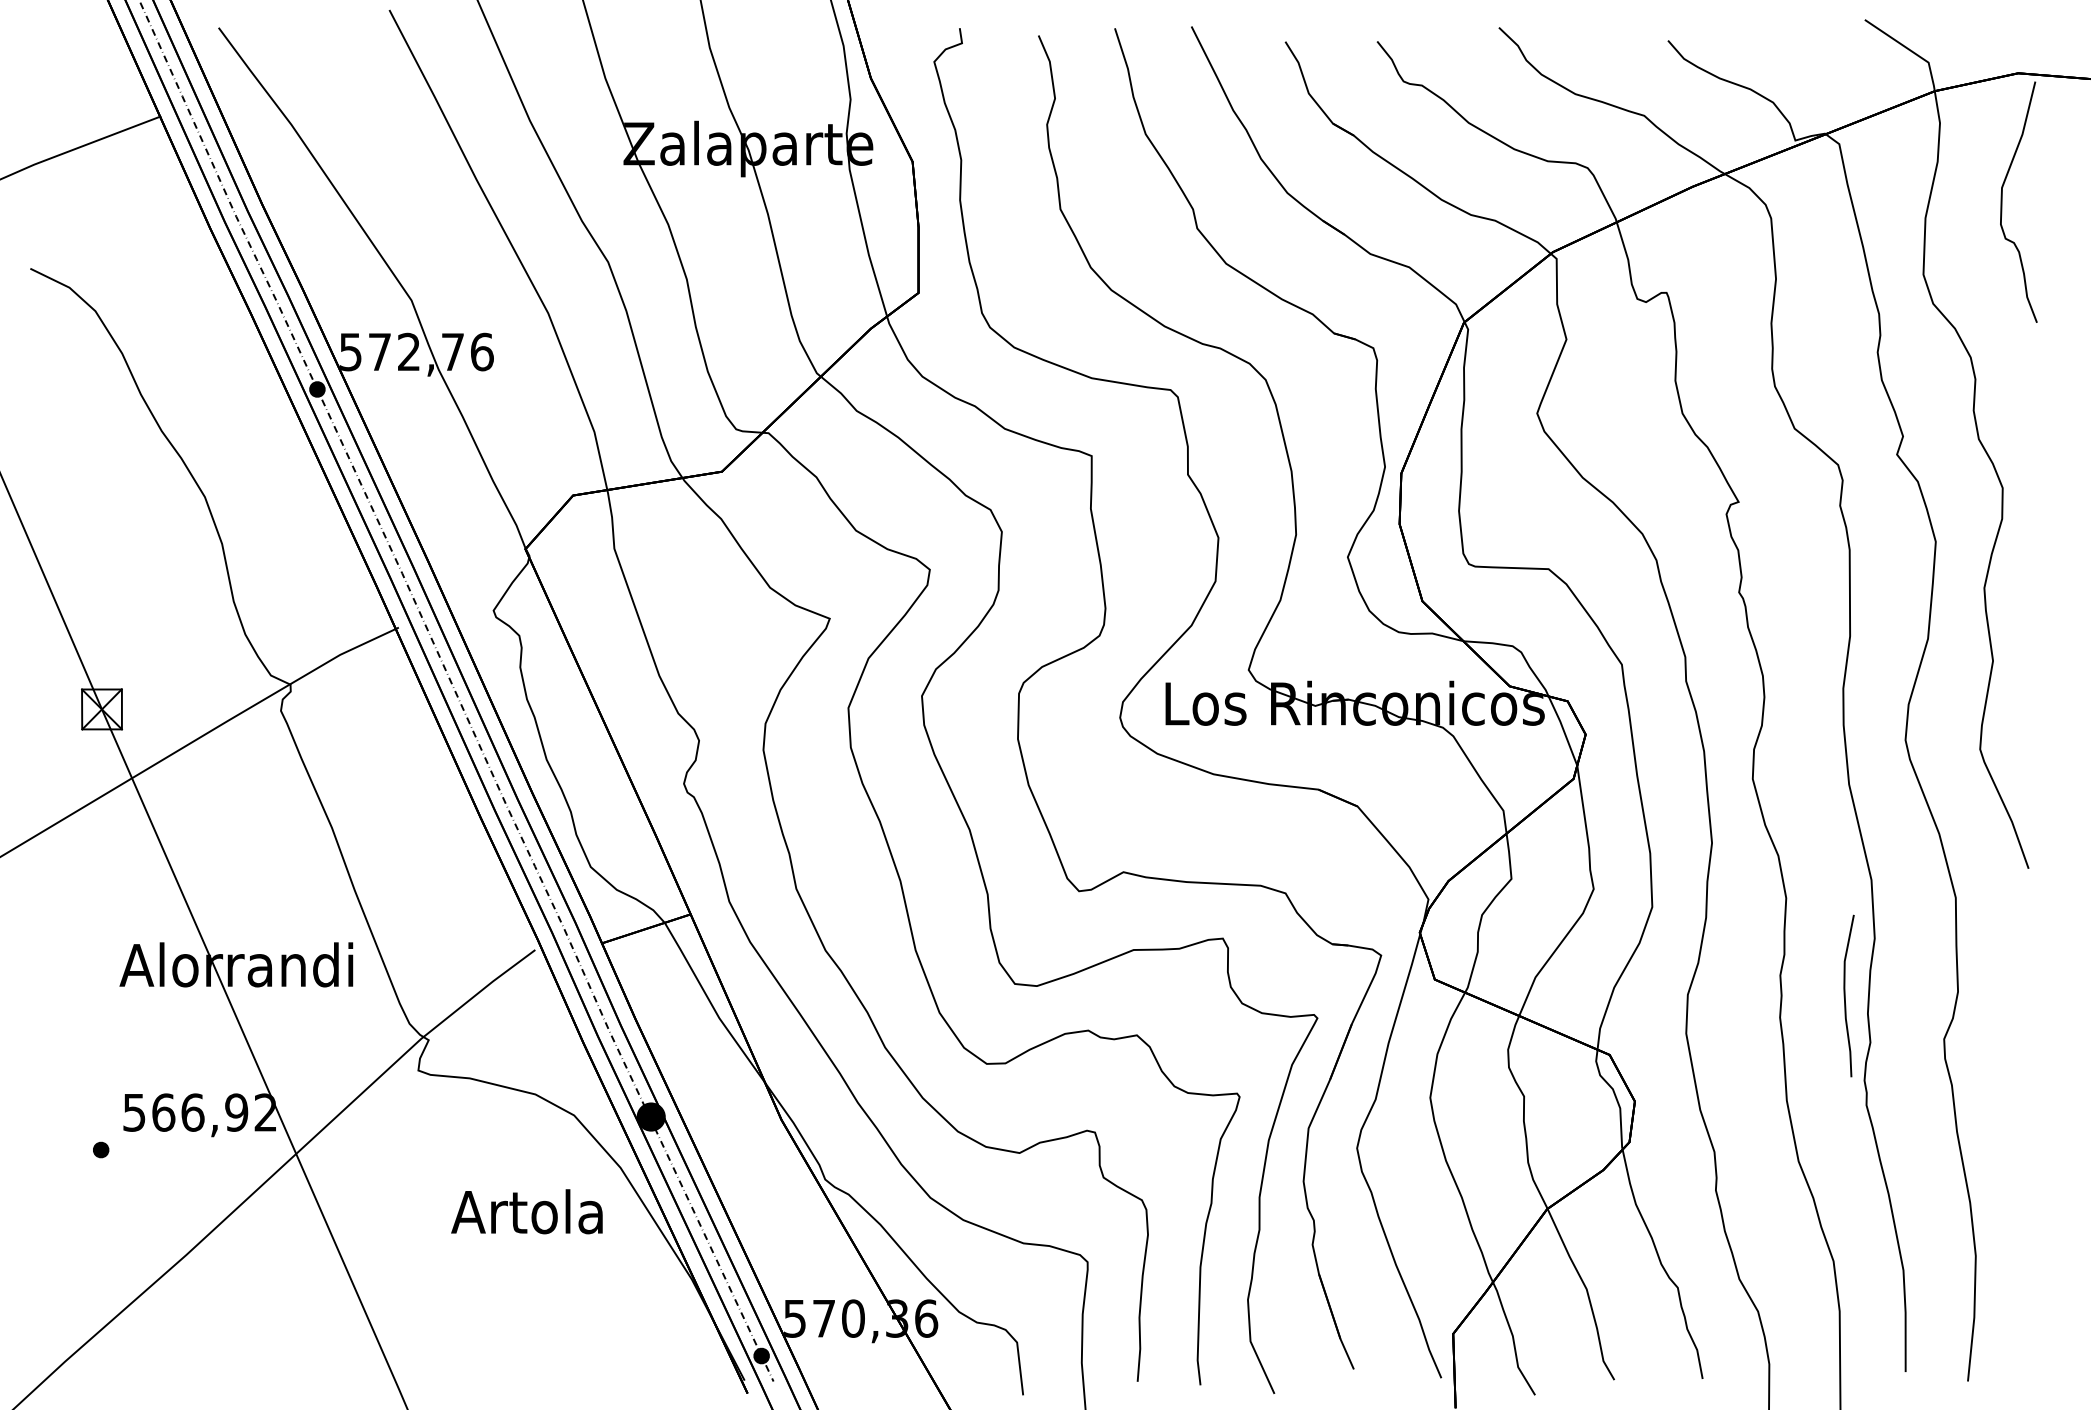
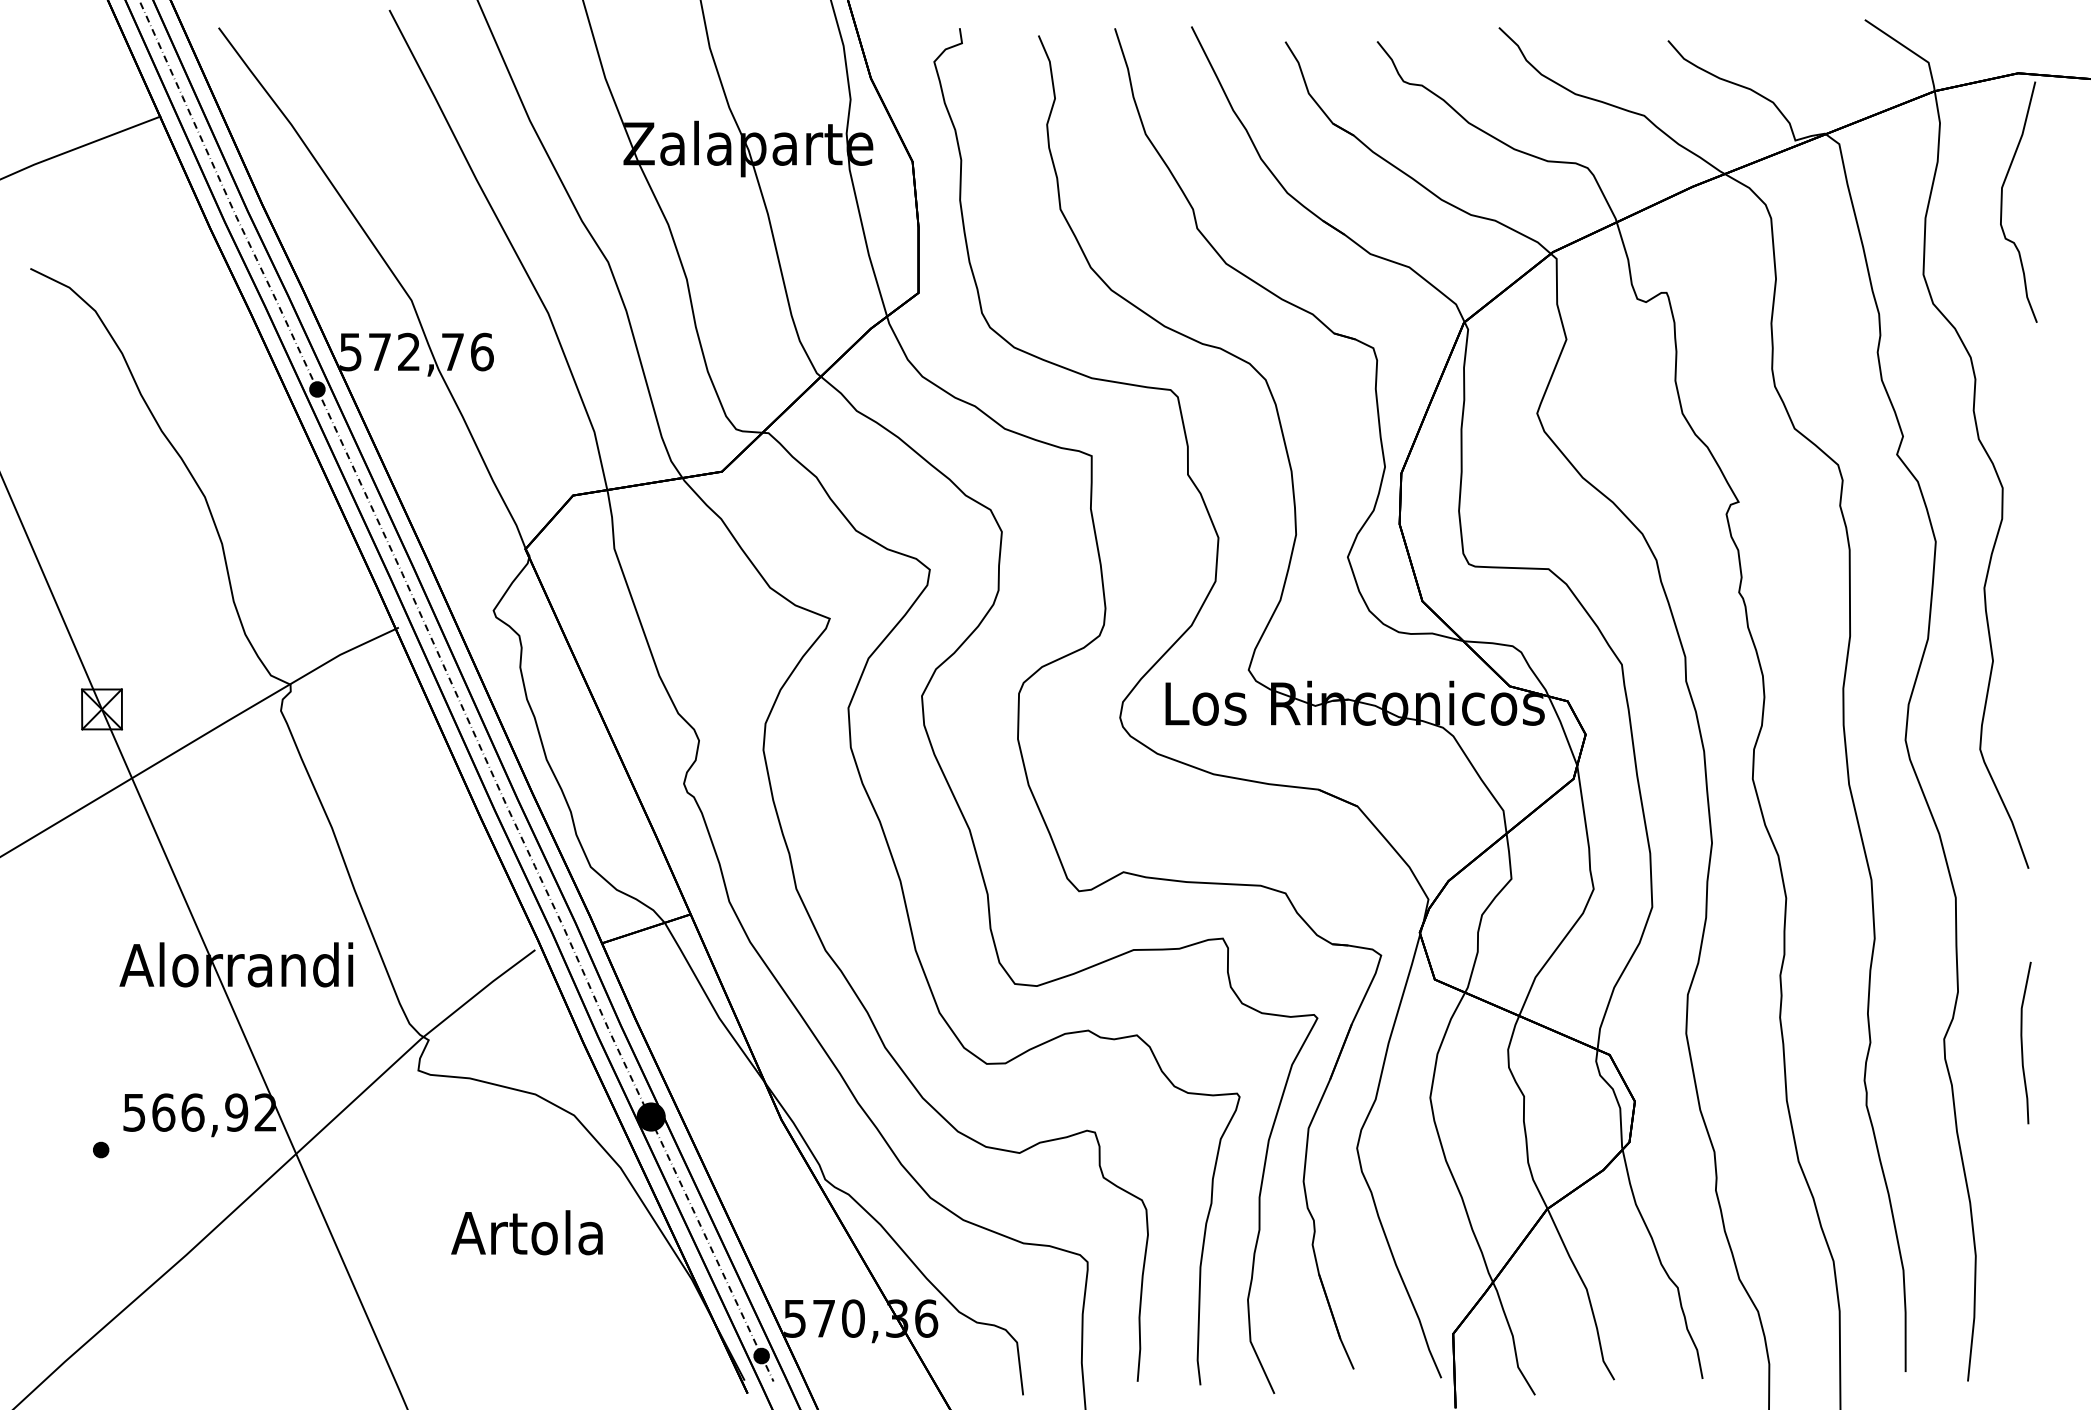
curve at (1845, 995) position: (1845, 995) -> (2022, 1042)
text at (526, 1211) position: (526, 1211) -> (526, 1232)
